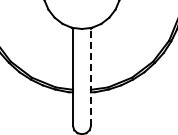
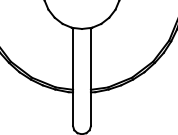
line at (90, 77): dashed -> solid
